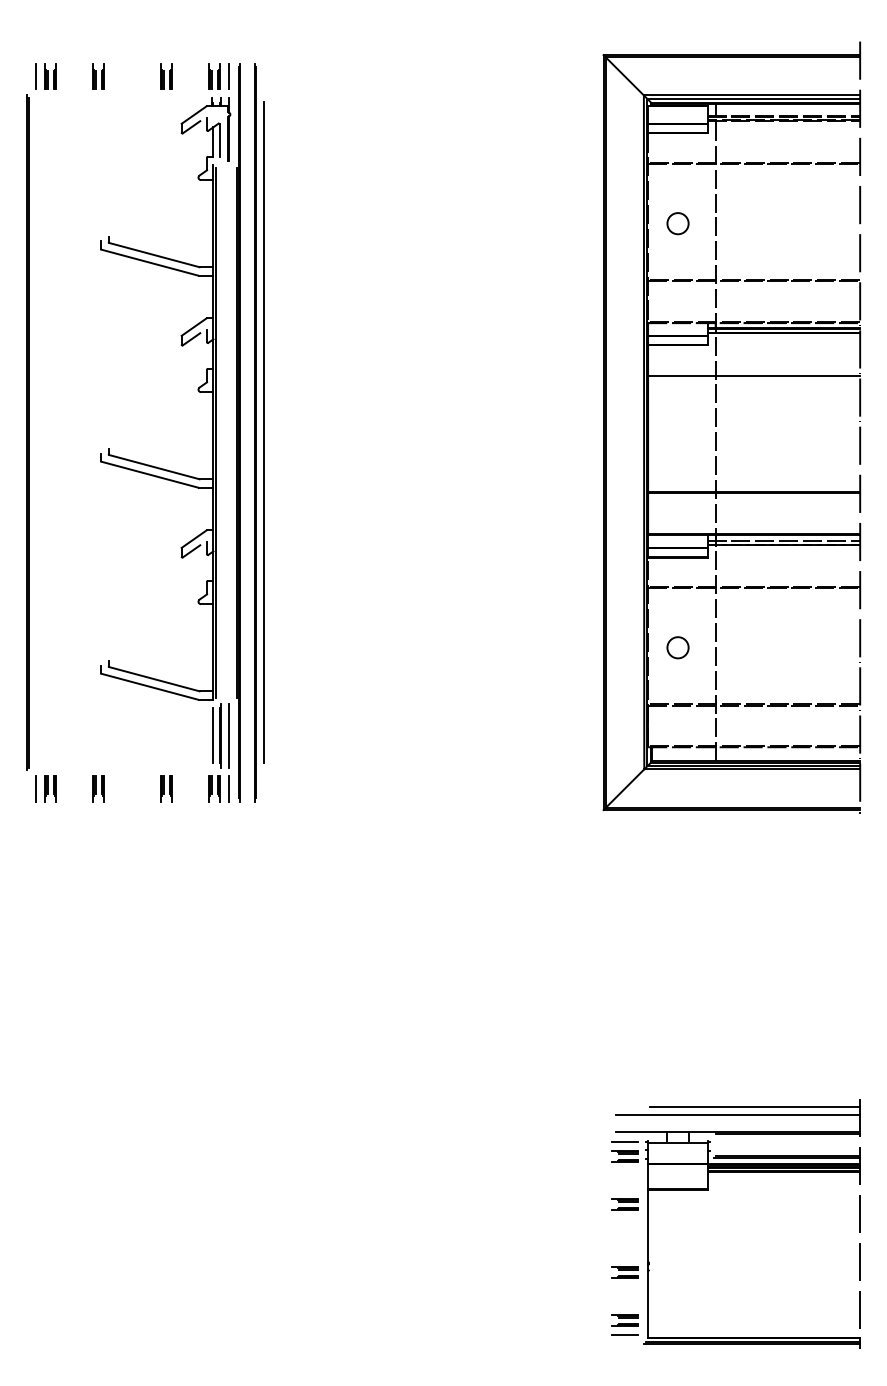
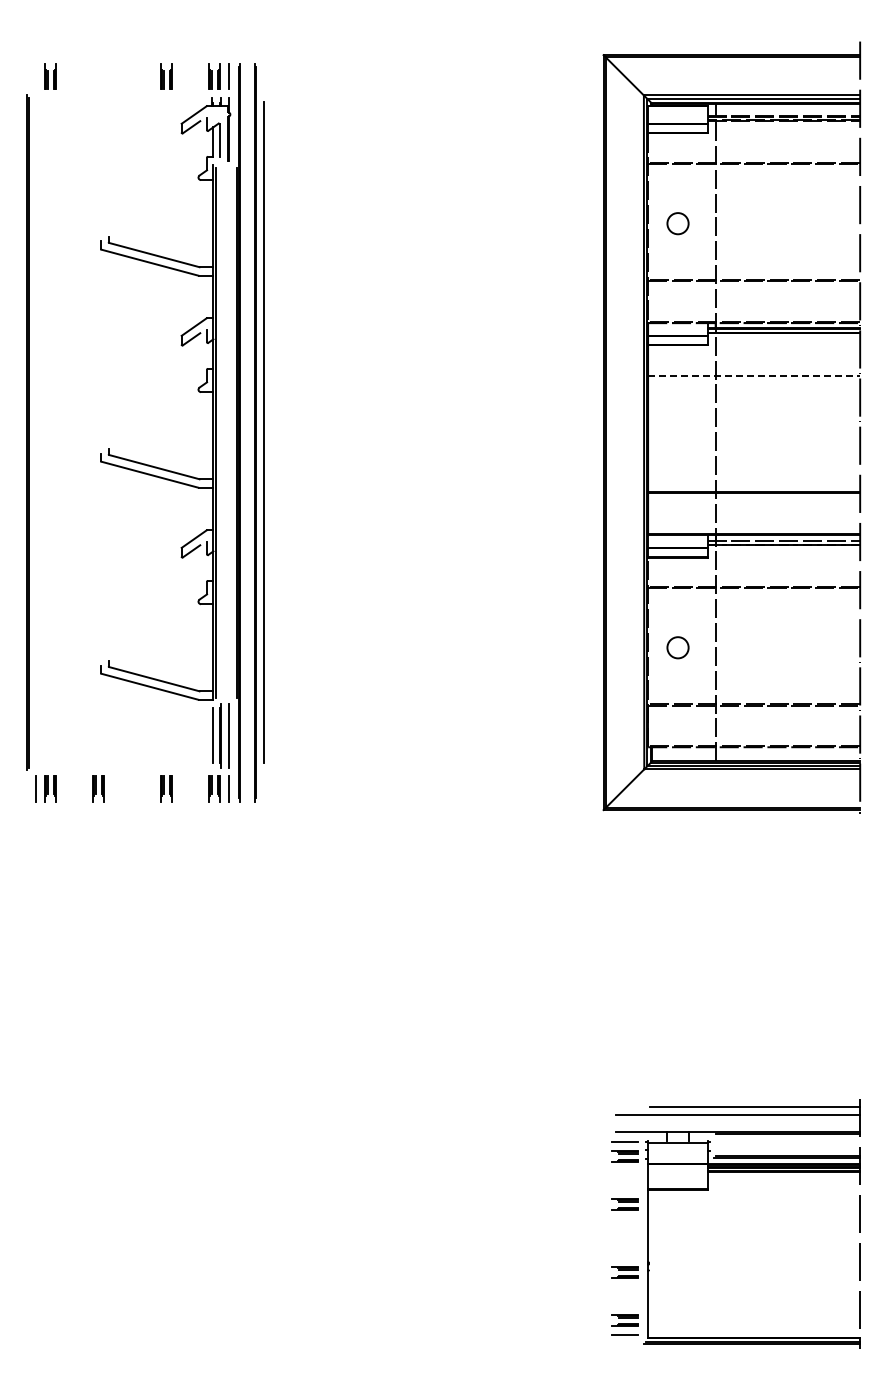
line at (36, 76): present -> none
part at (98, 76): present -> none
line at (754, 376): solid -> dashed
